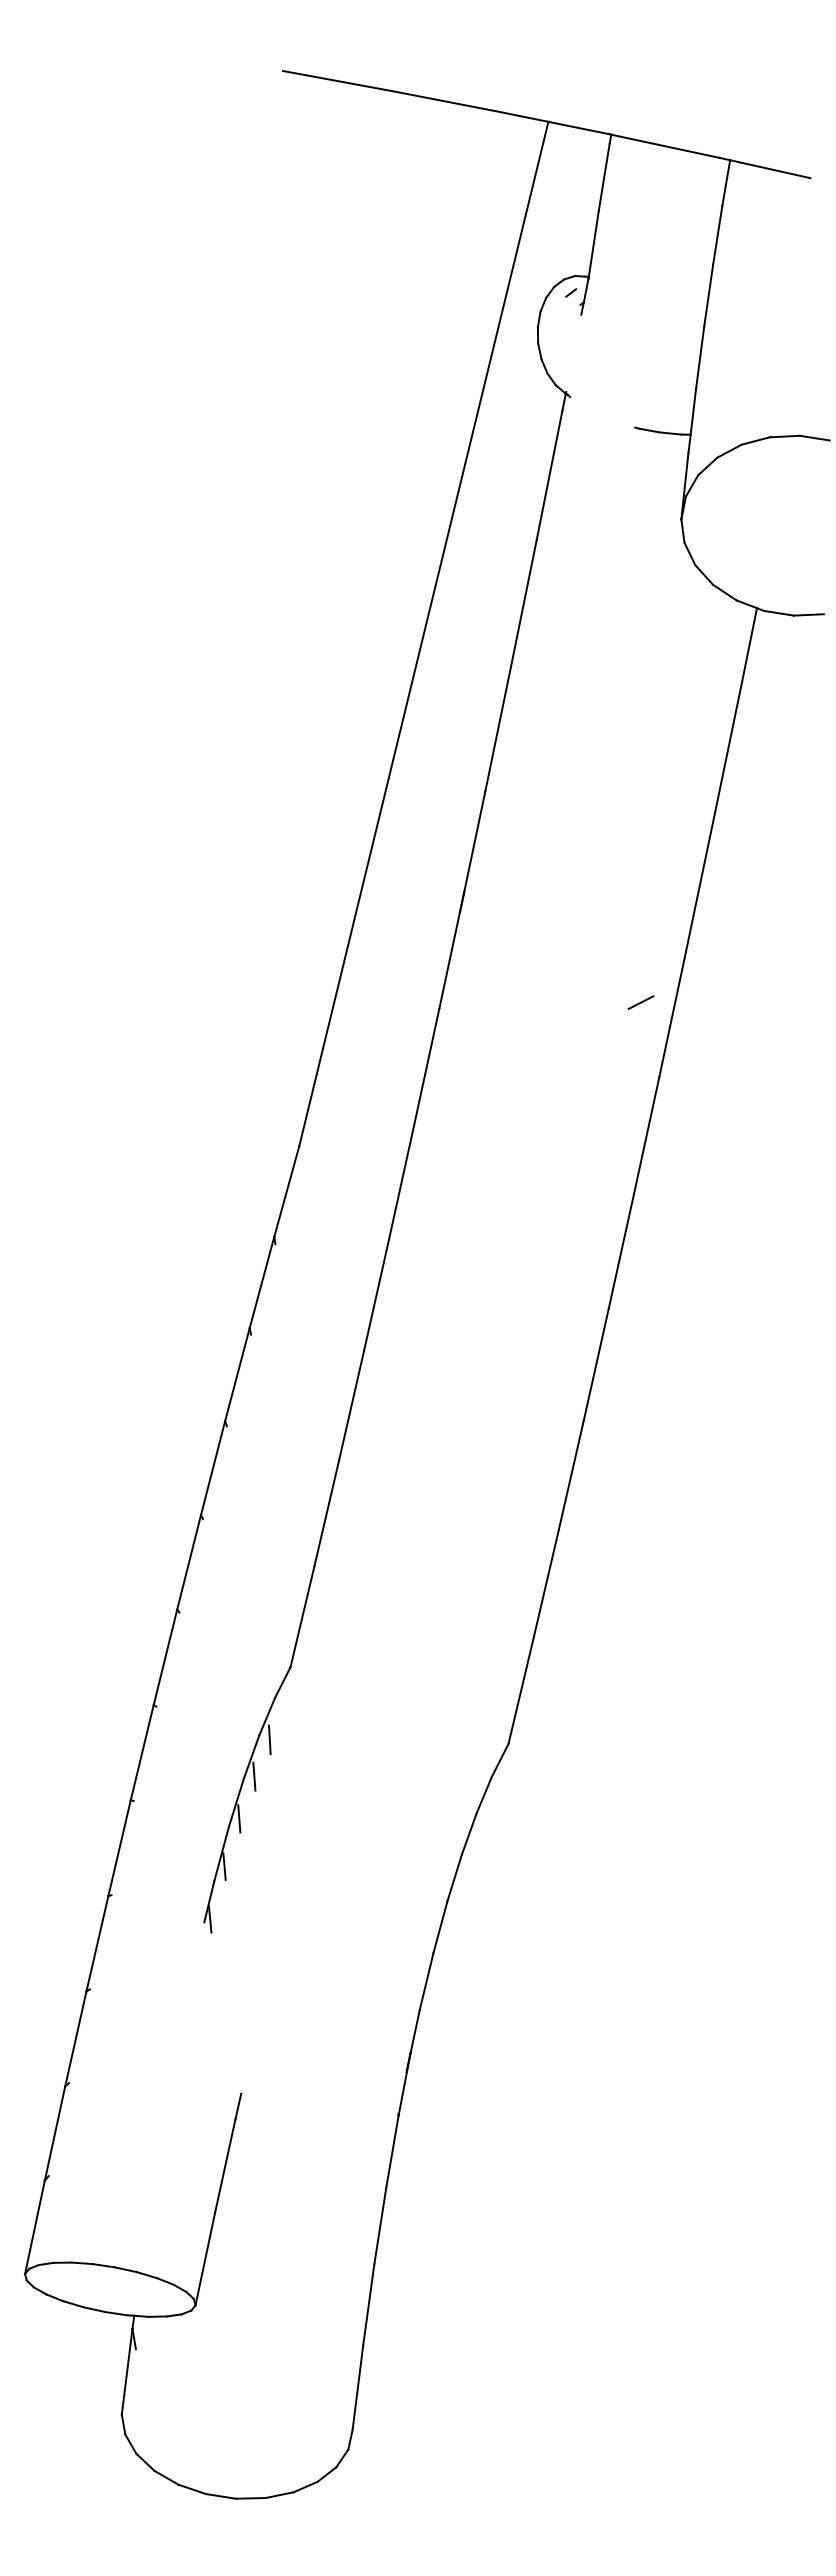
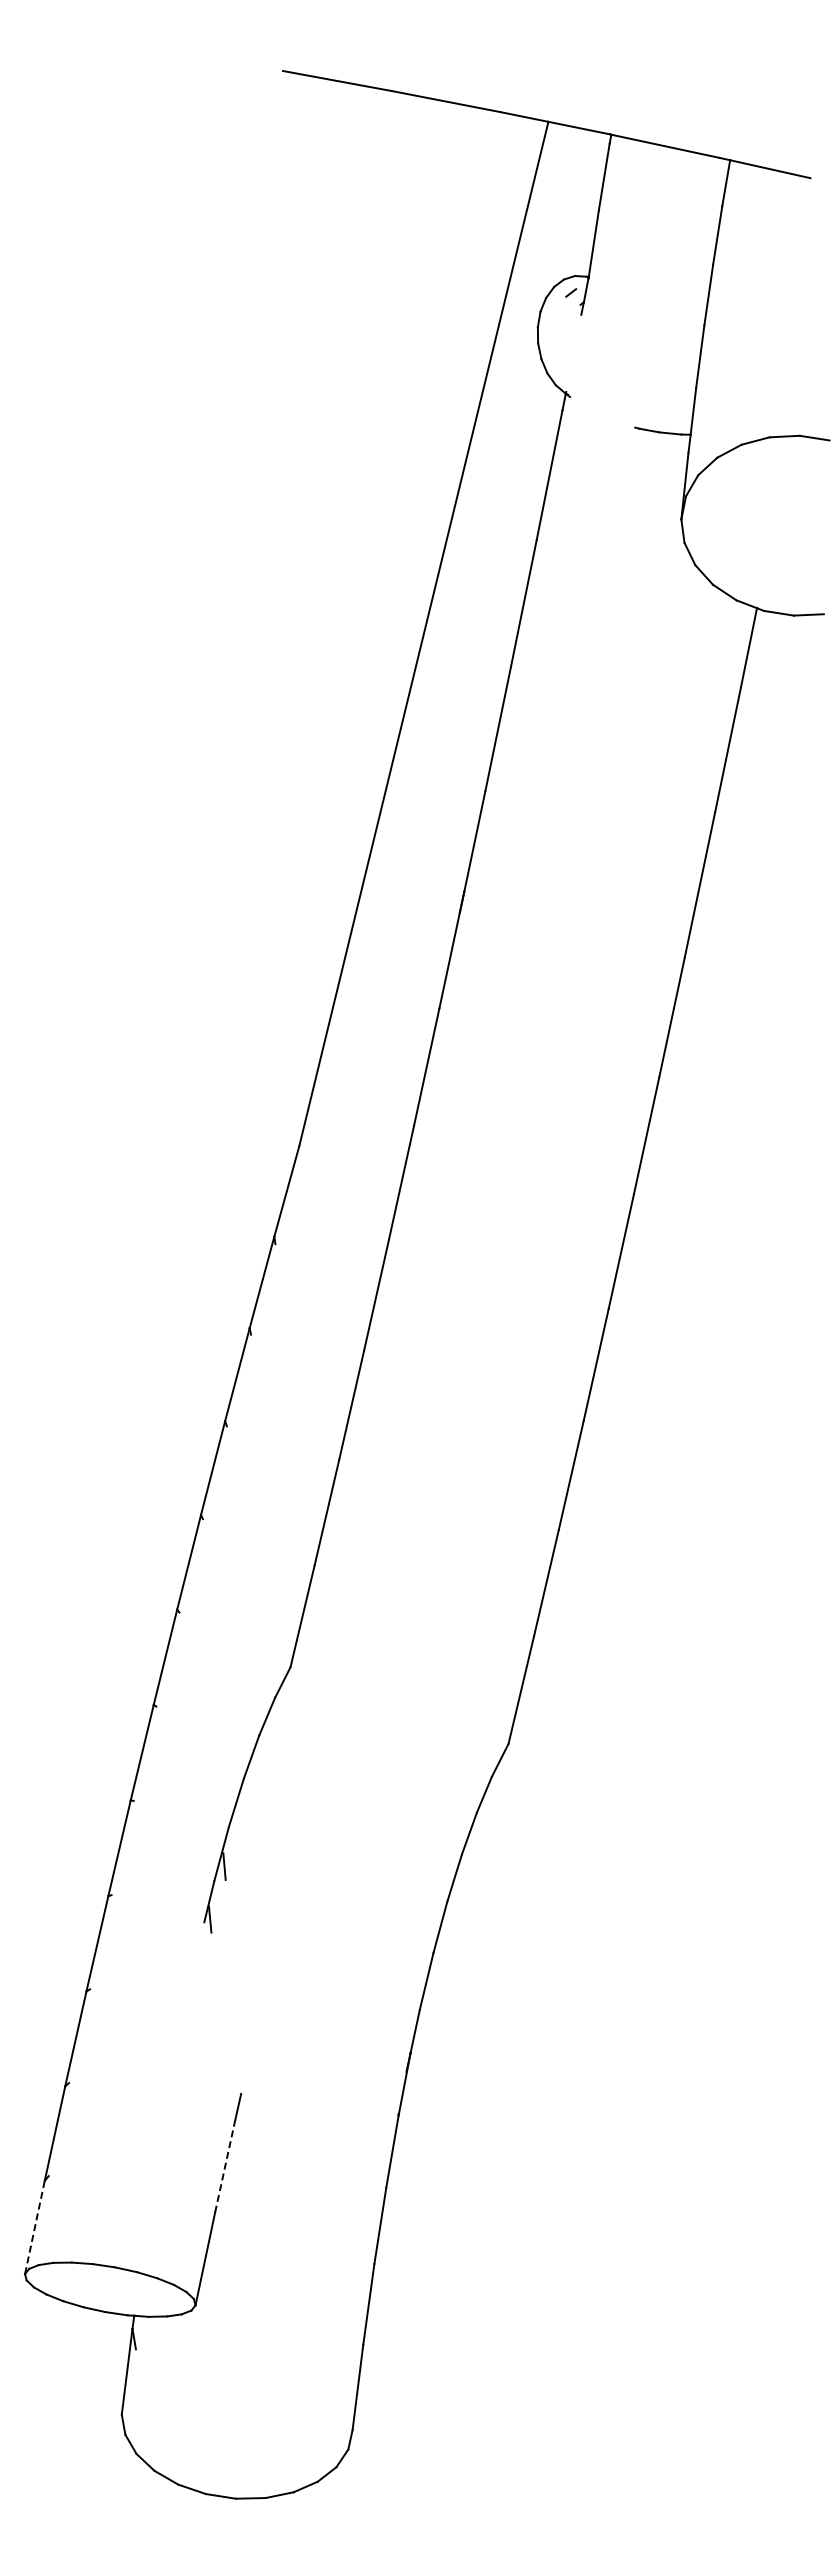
line at (640, 1002): present -> none
line at (269, 1739): present -> none
line at (254, 1776): present -> none
line at (239, 1818): present -> none
line at (225, 2166): solid -> dashed
line at (34, 2227): solid -> dashed
